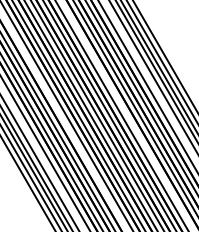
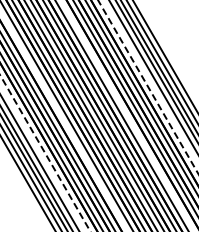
line at (148, 86): solid -> dashed
line at (45, 153): solid -> dashed
